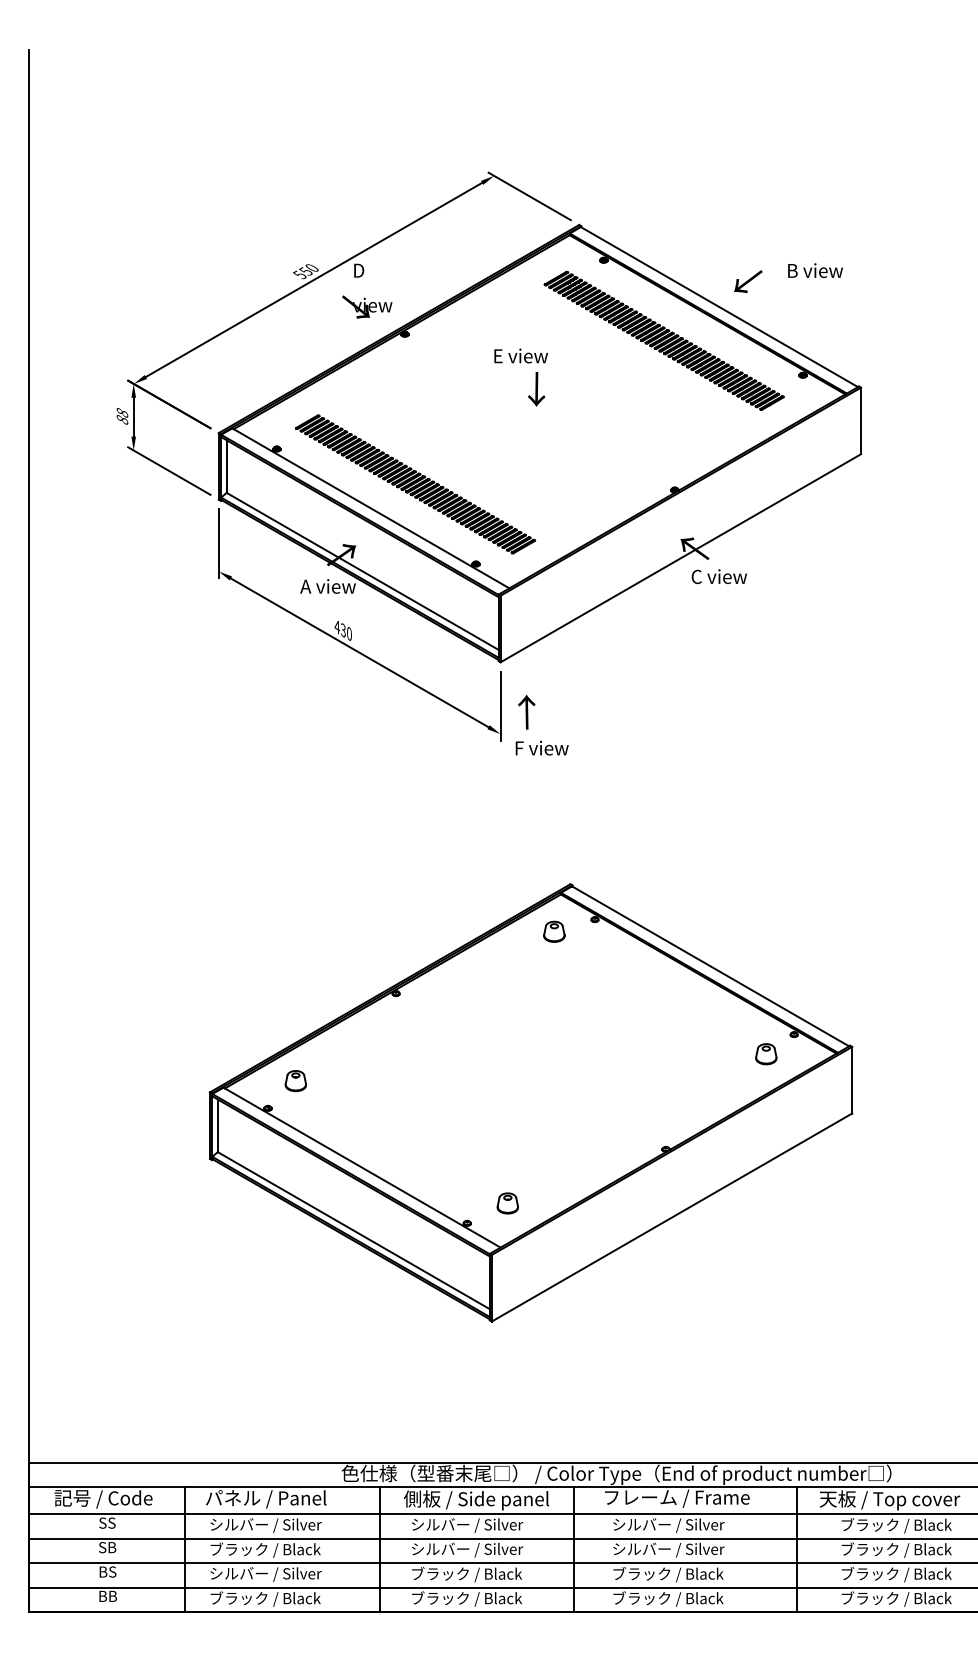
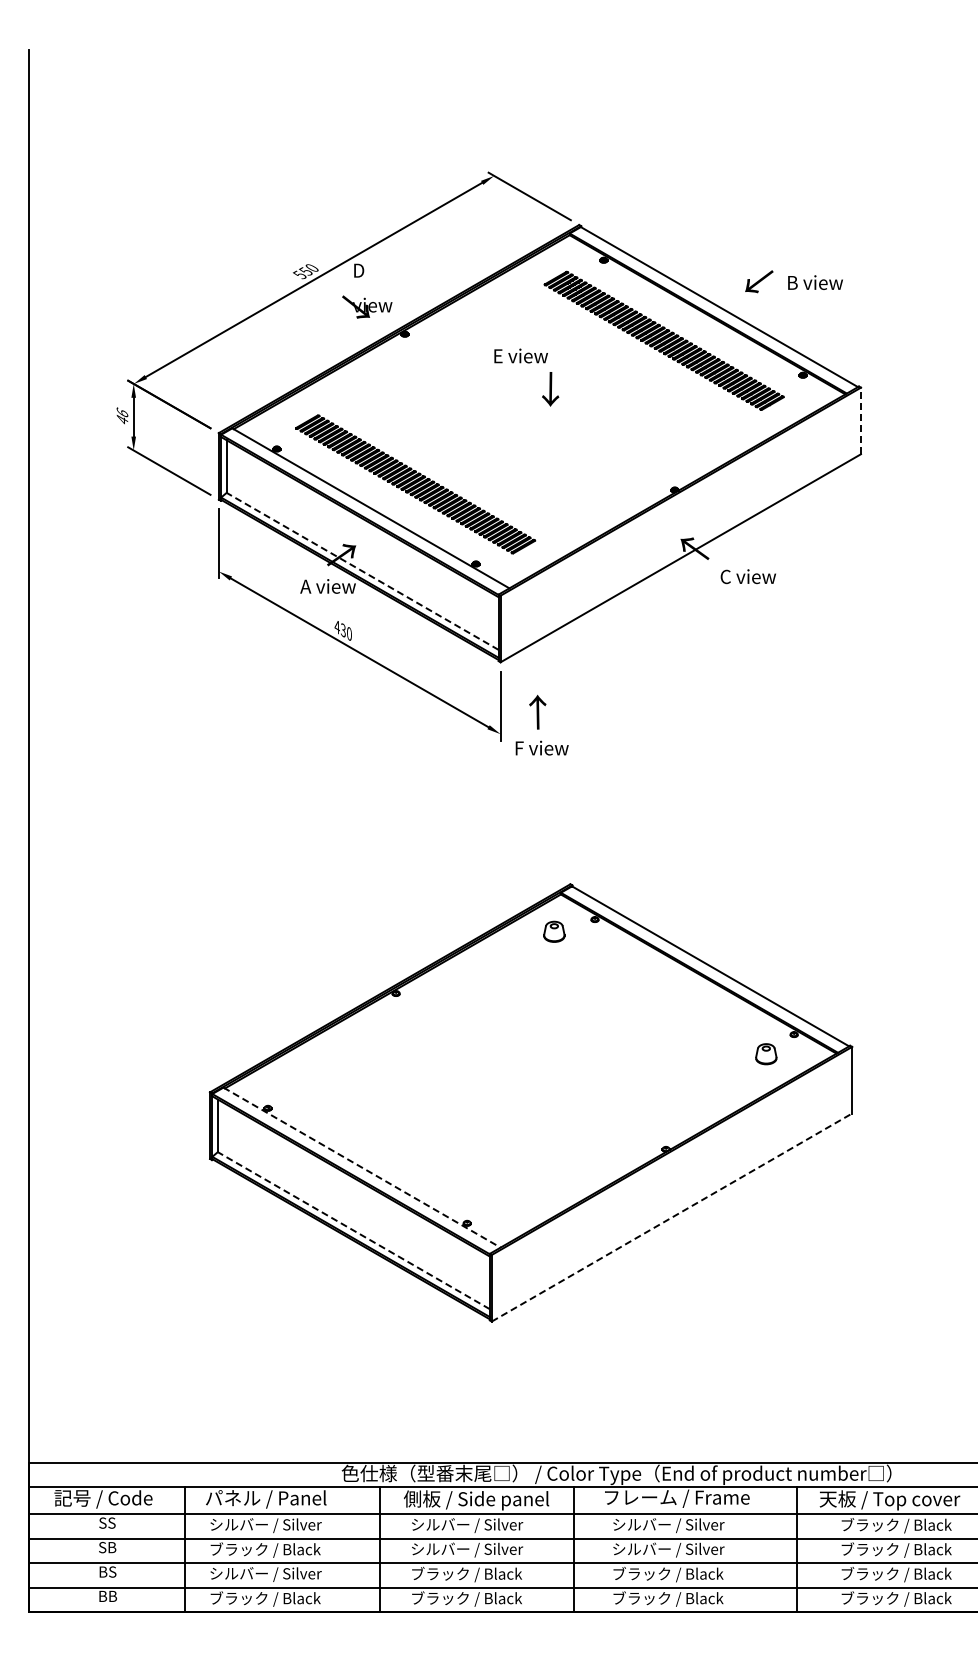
text at (815, 270) position: (815, 270) -> (815, 282)
text at (748, 281) position: (748, 281) -> (759, 281)
text at (536, 389) position: (536, 389) -> (550, 389)
text at (122, 415): 88 -> 46
line at (860, 420): solid -> dashed
line at (362, 571): solid -> dashed
text at (718, 576) position: (718, 576) -> (747, 576)
text at (526, 711) position: (526, 711) -> (537, 711)
part at (295, 1081): present -> none
line at (362, 1167): solid -> dashed
part at (507, 1203): present -> none
line at (672, 1217): solid -> dashed
line at (353, 1230): solid -> dashed
